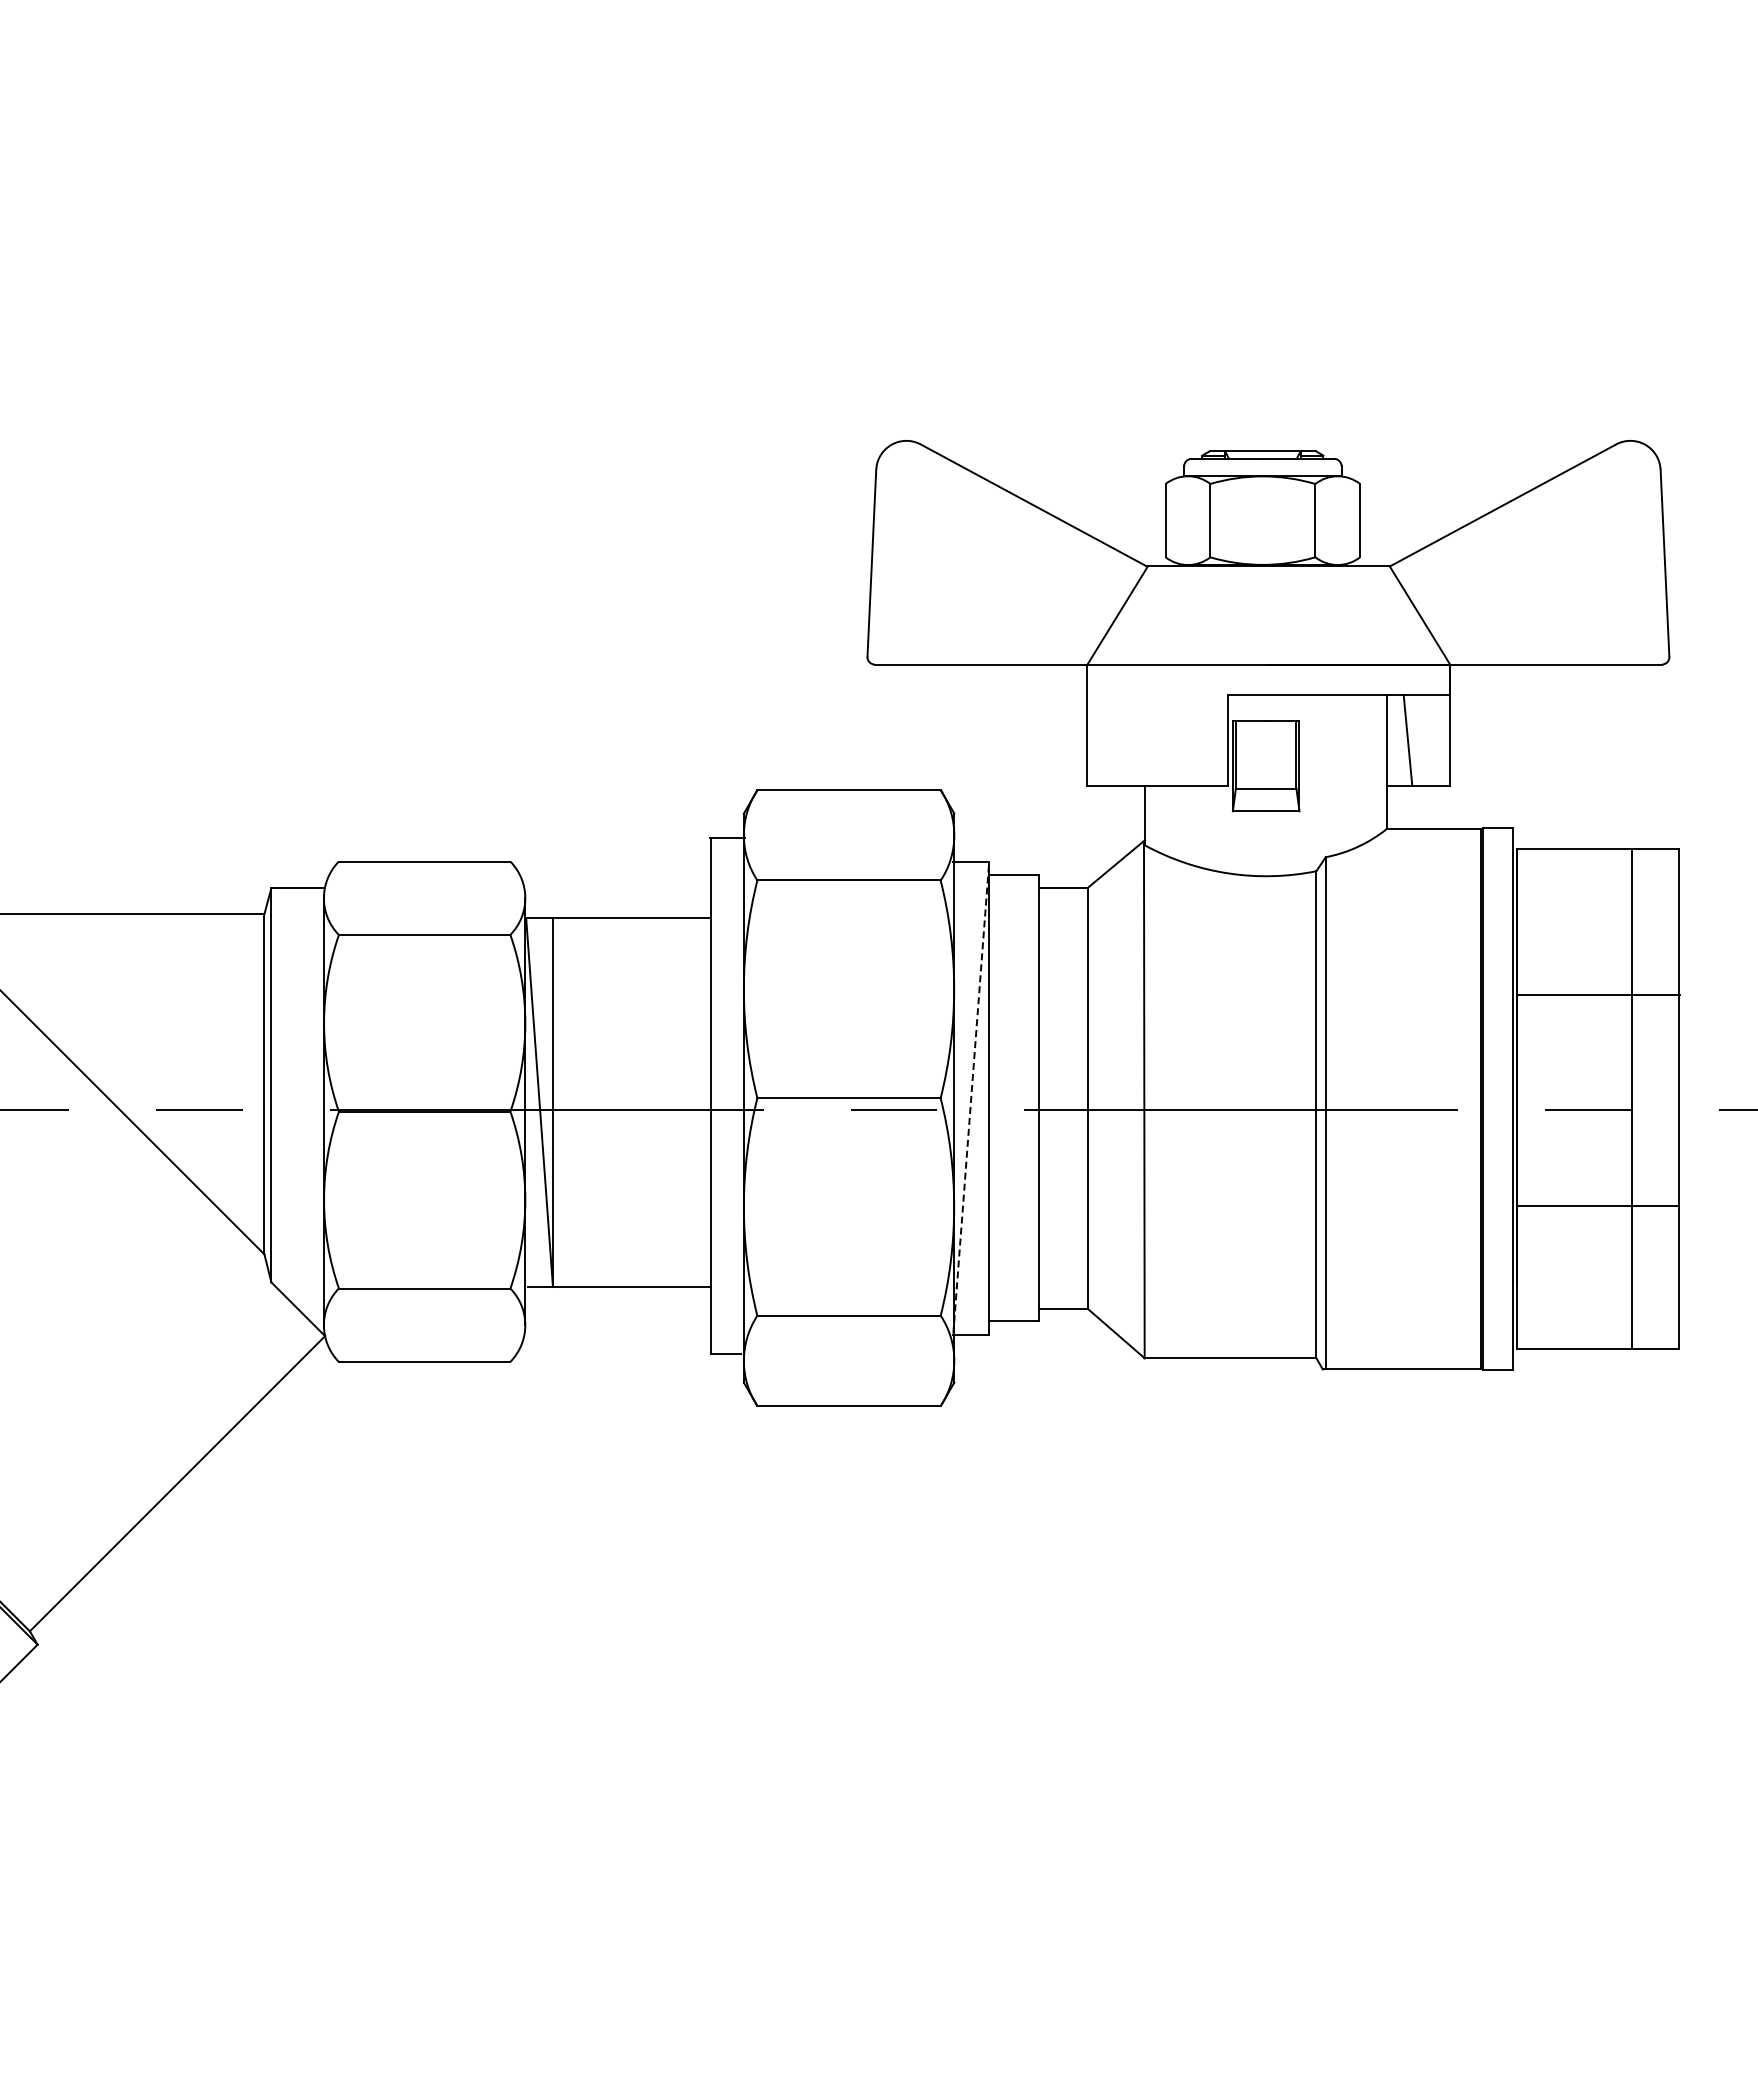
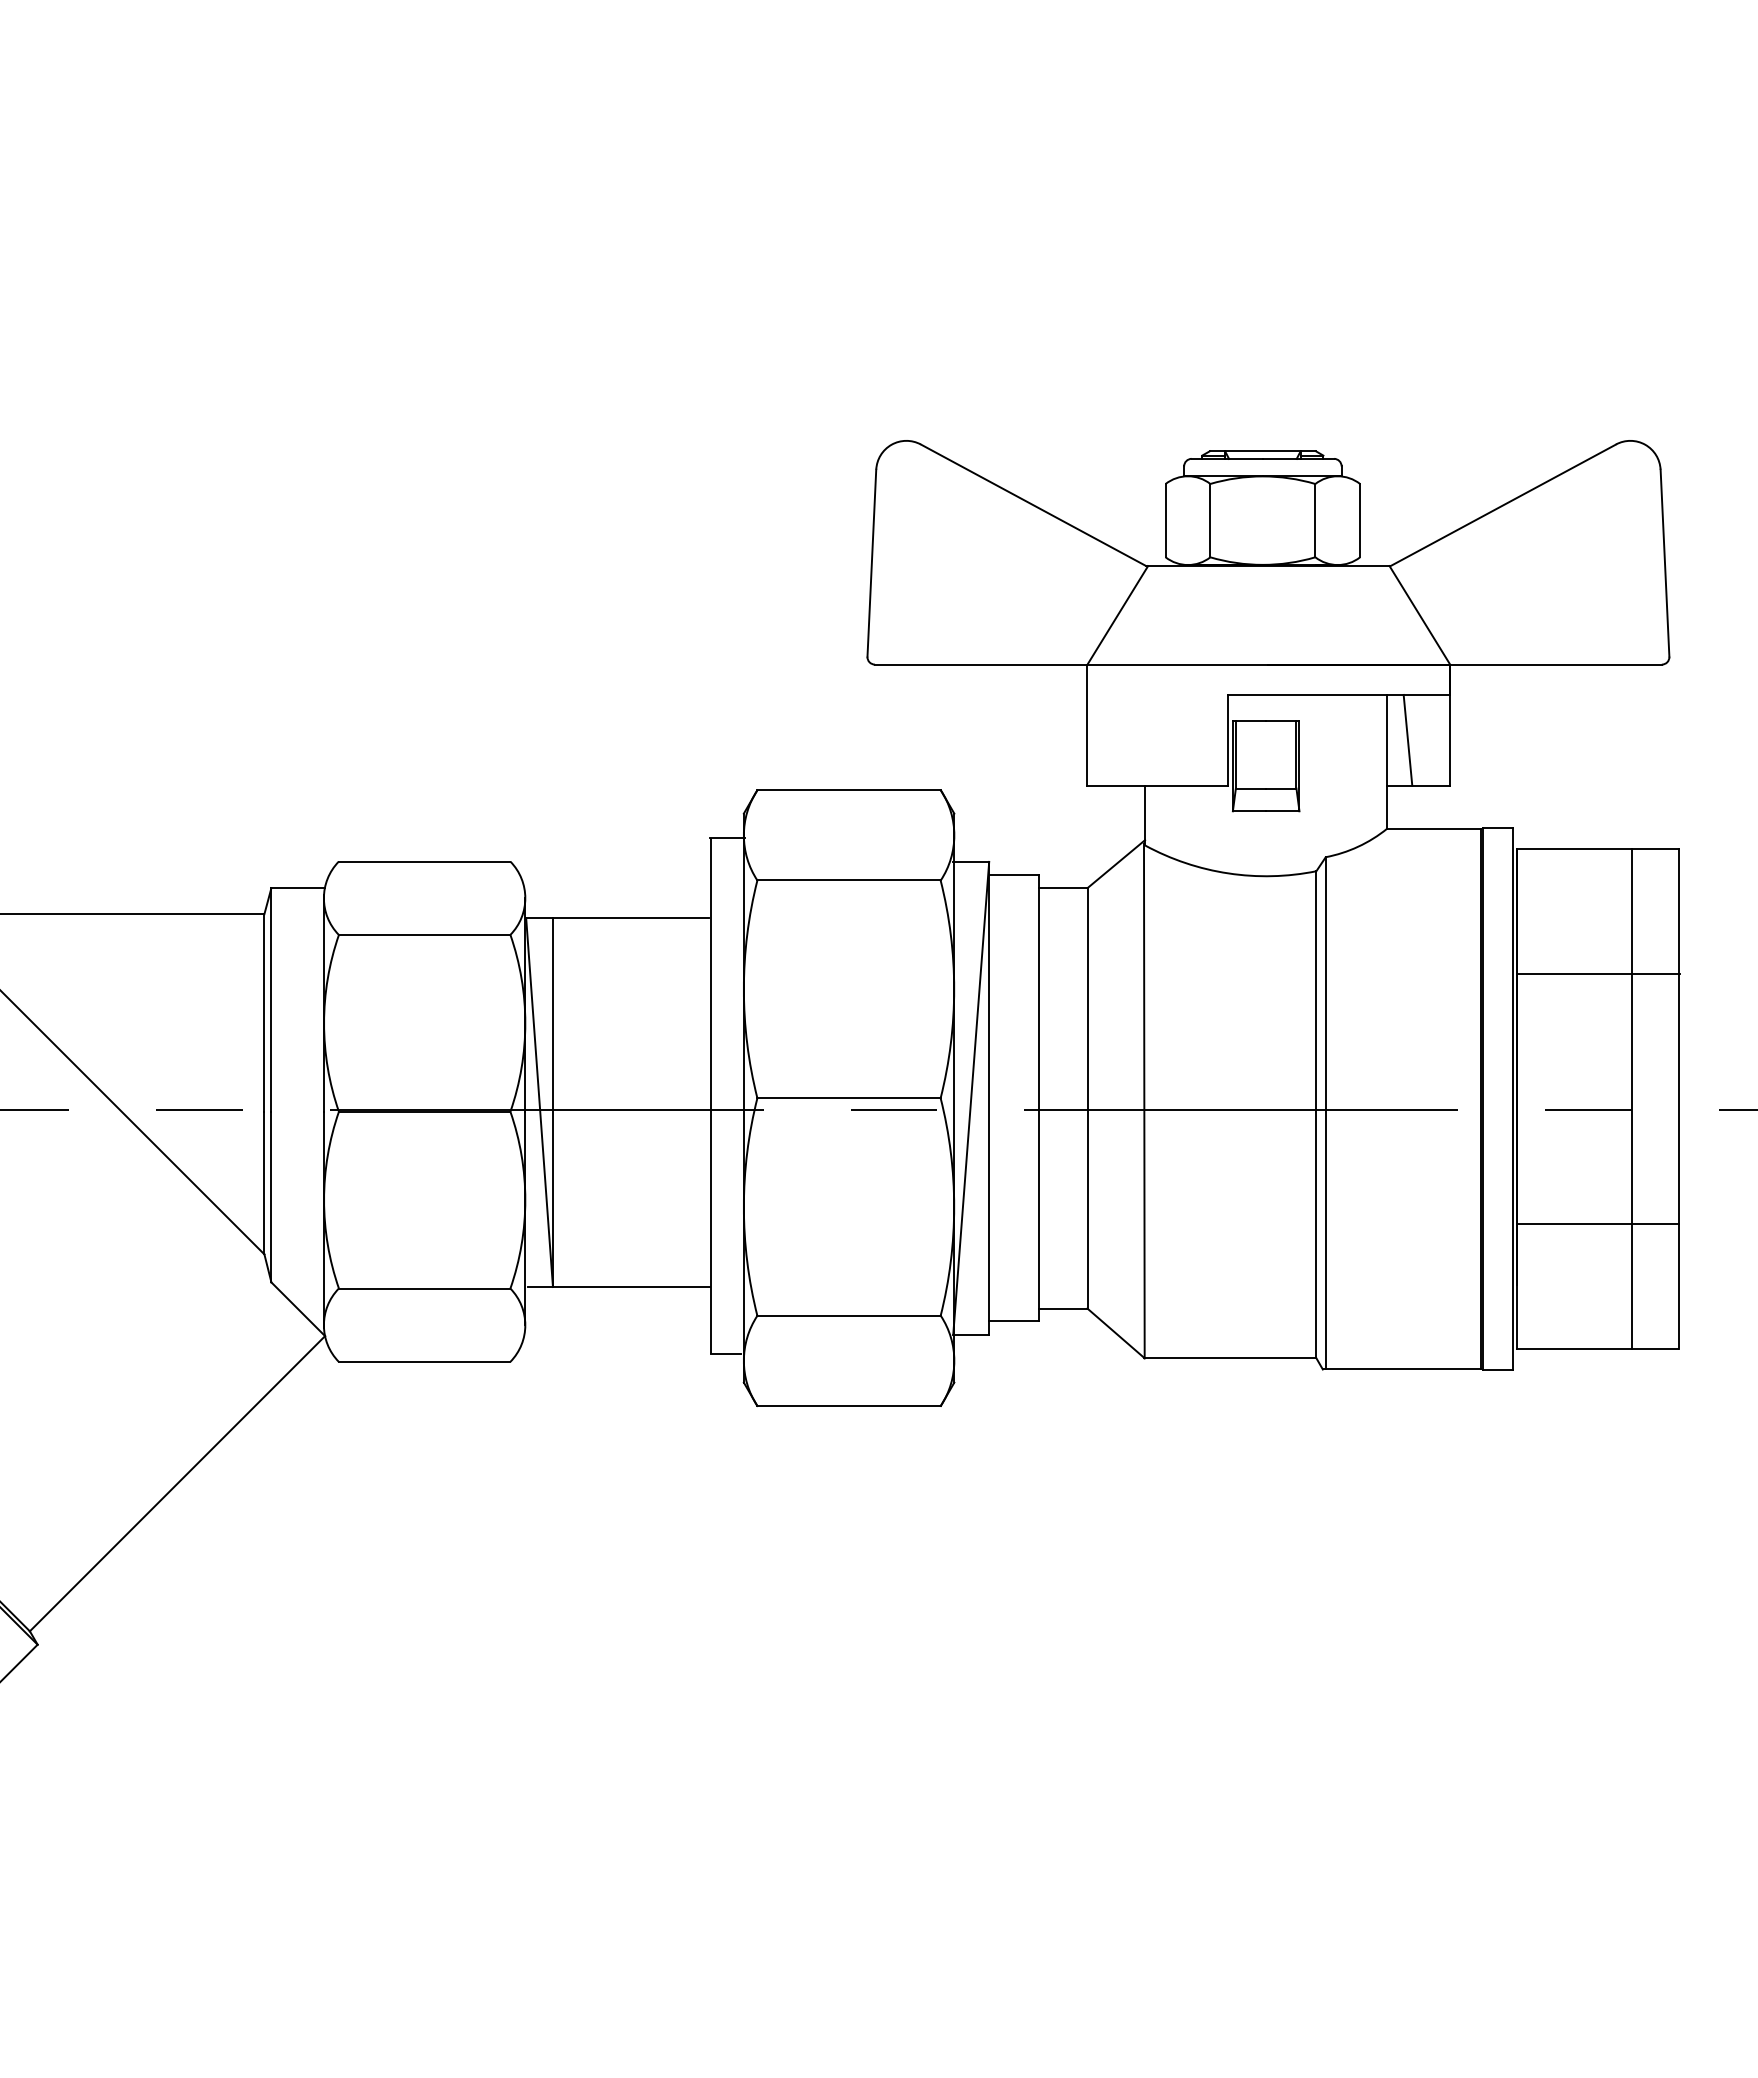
line at (1597, 995) position: (1597, 995) -> (1597, 974)
line at (971, 1097): dashed -> solid
line at (1597, 1206) position: (1597, 1206) -> (1597, 1224)
